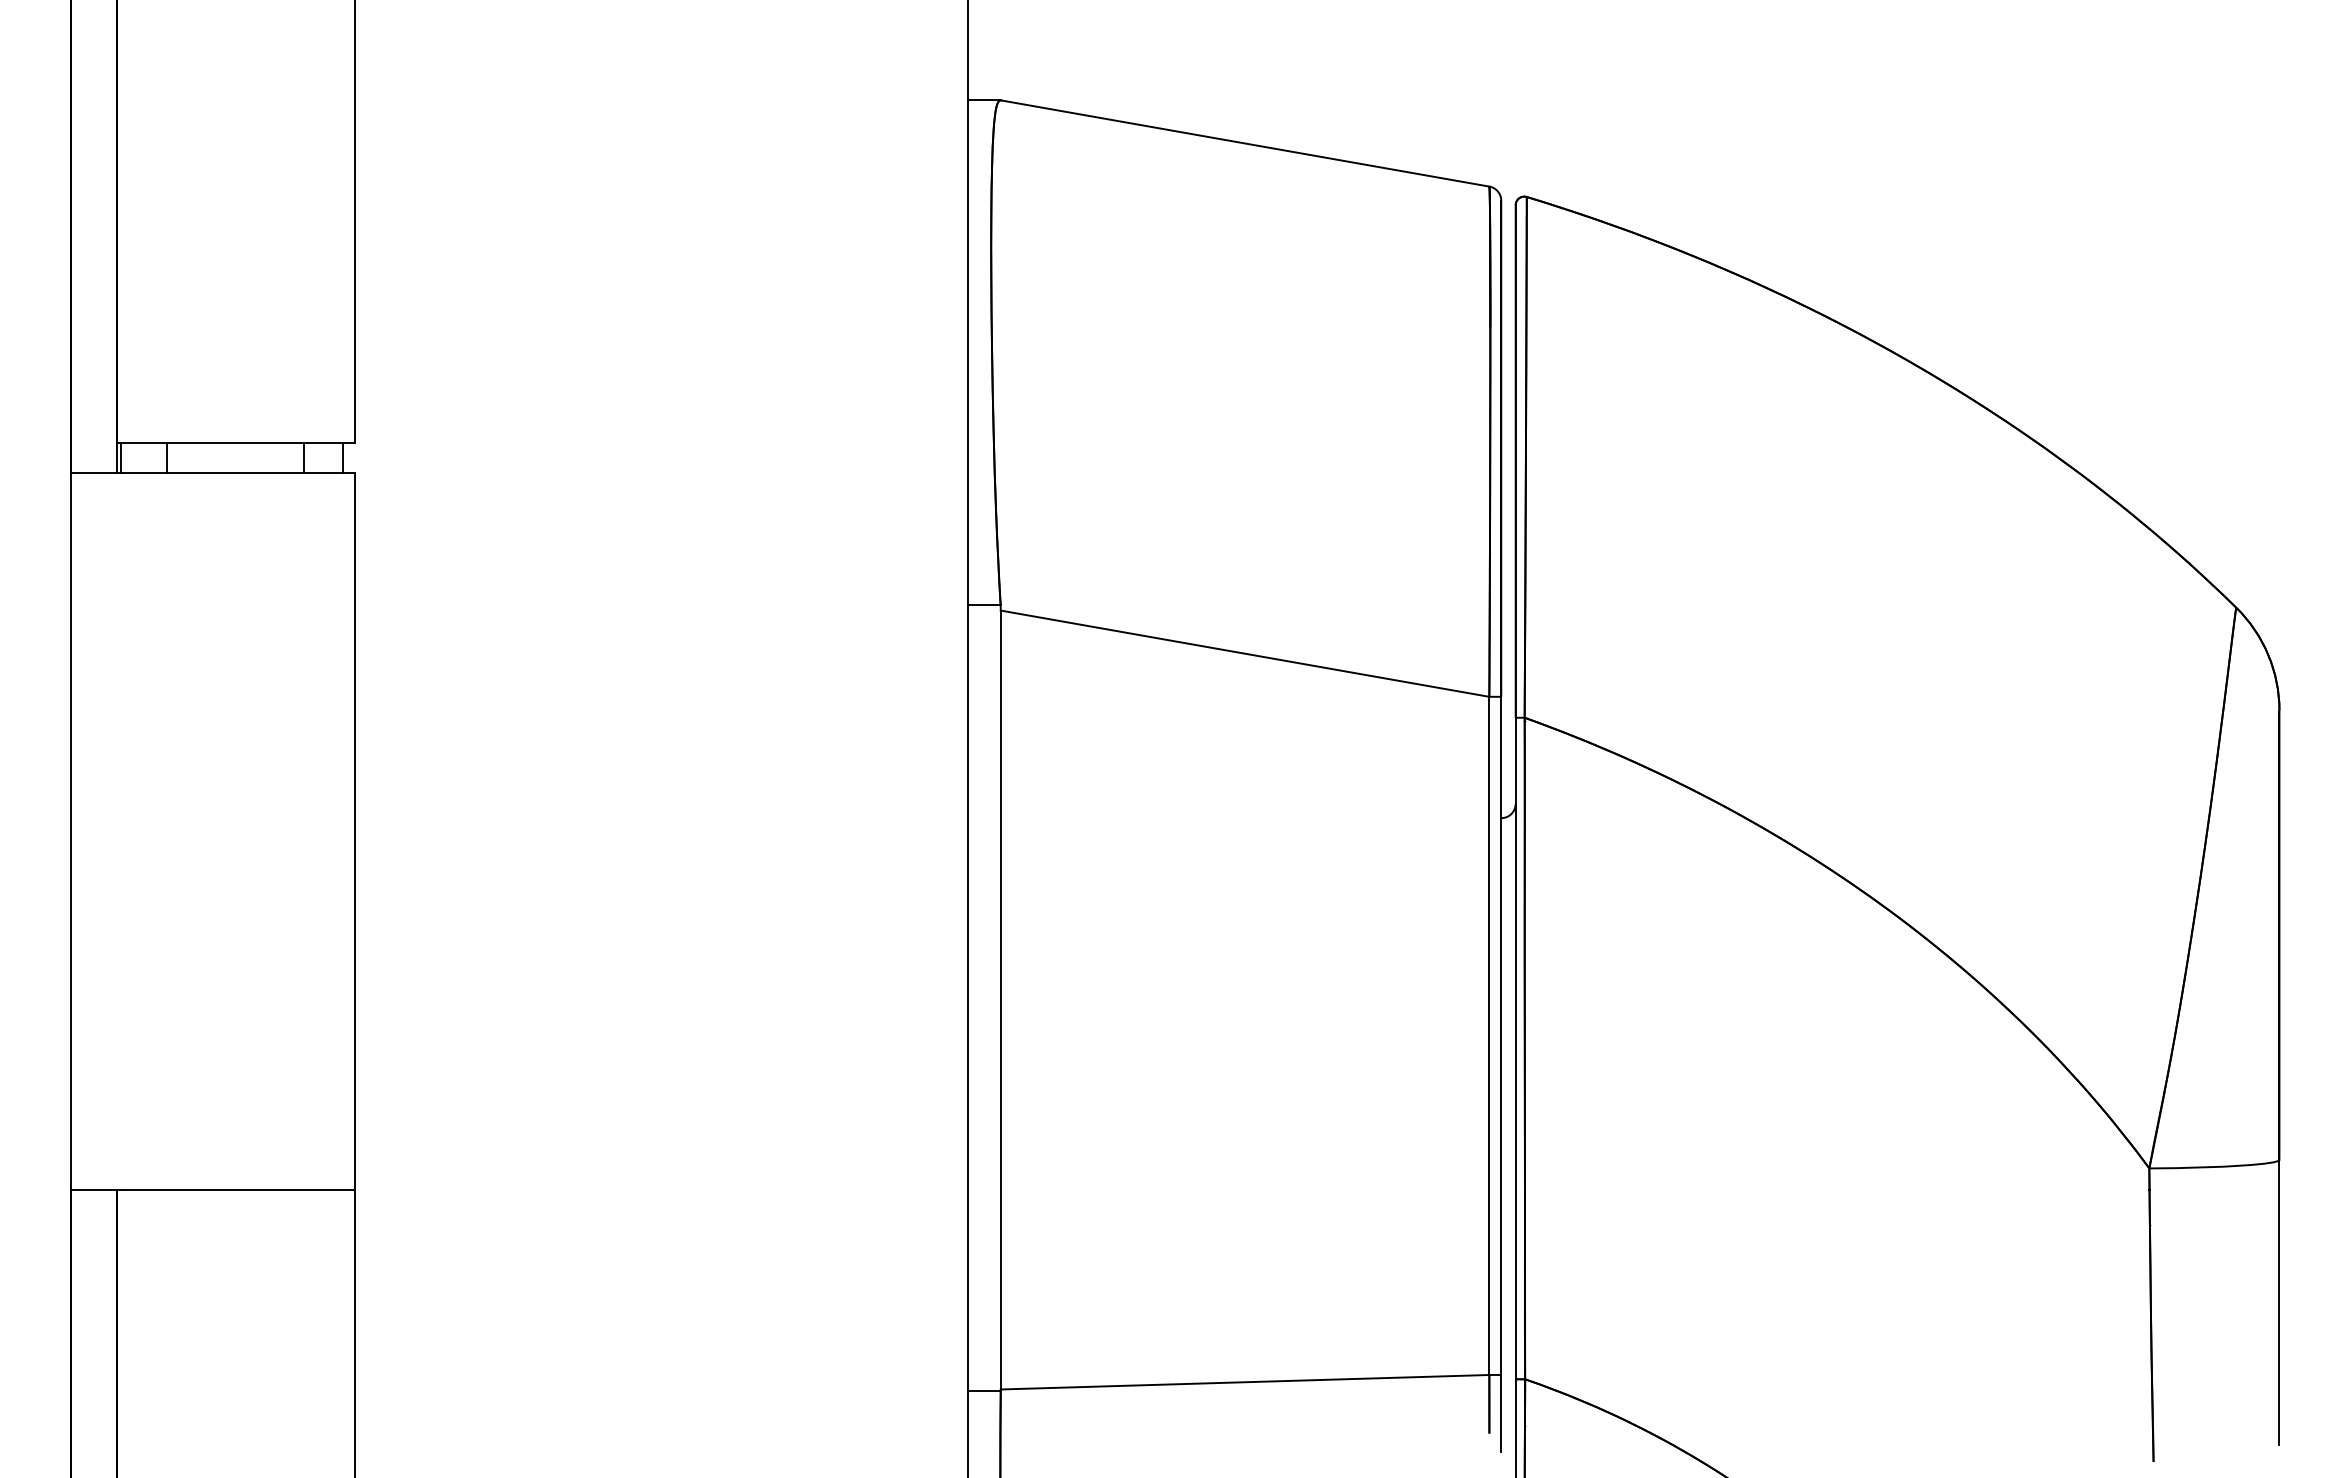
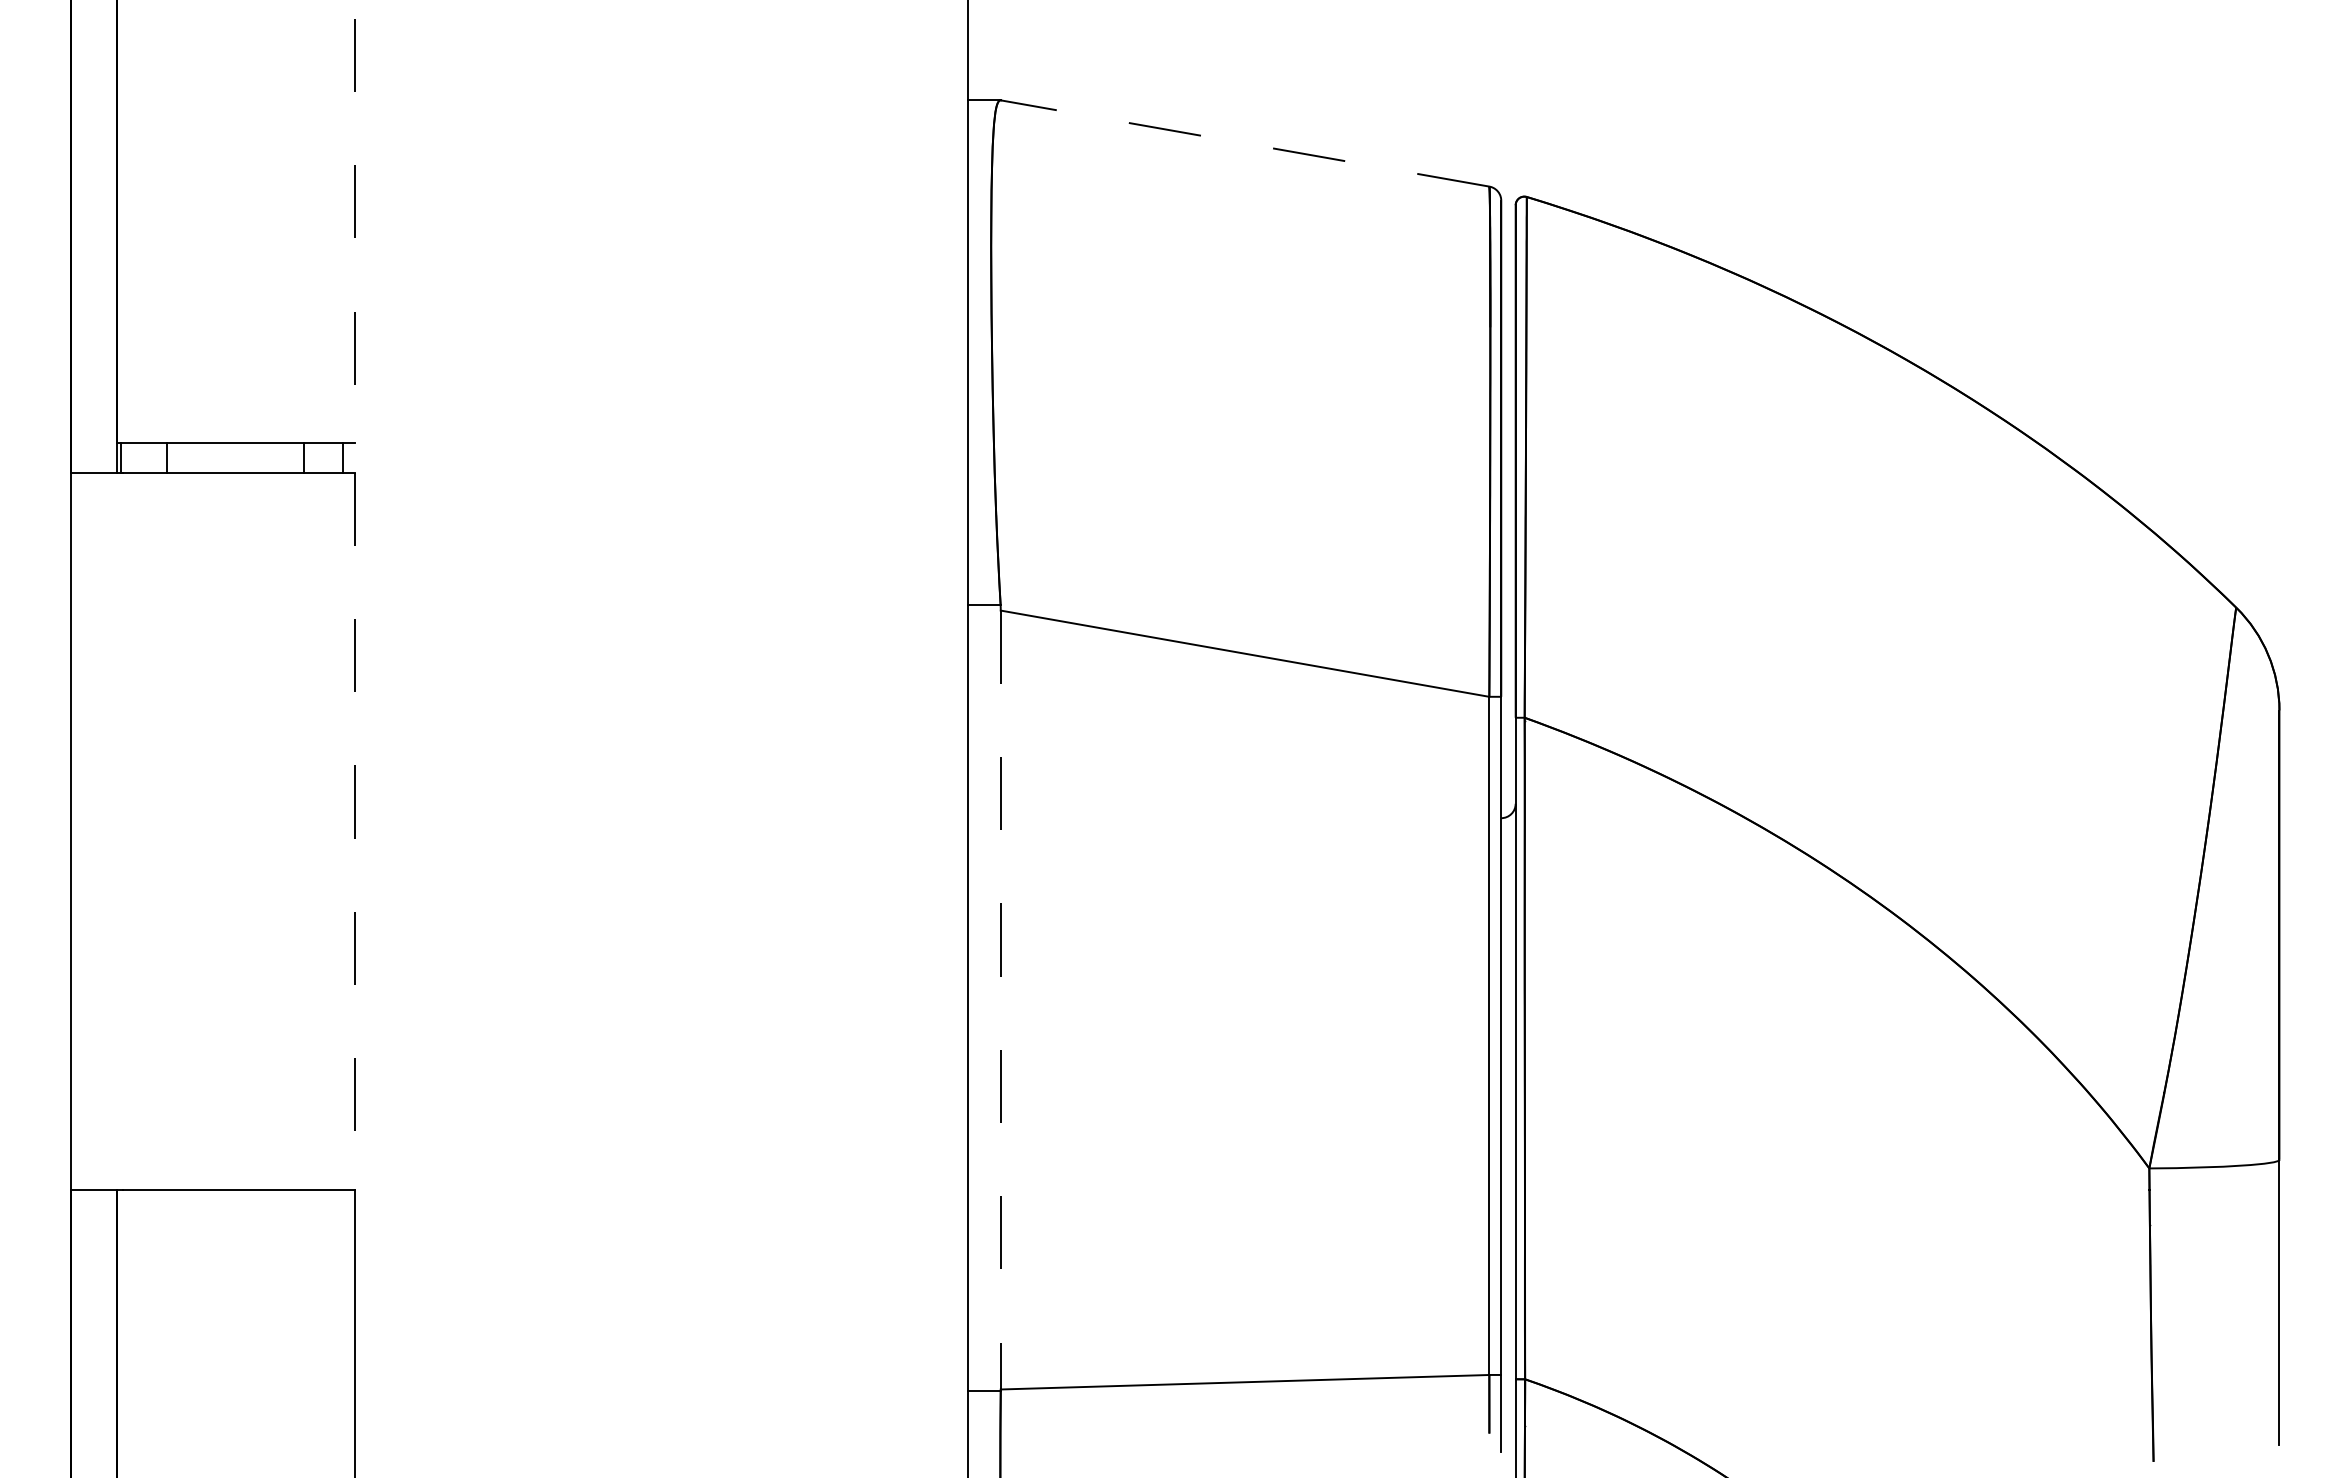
line at (1244, 143): solid -> dashed
line at (354, 222): solid -> dashed
line at (354, 831): solid -> dashed
line at (1000, 1000): solid -> dashed
